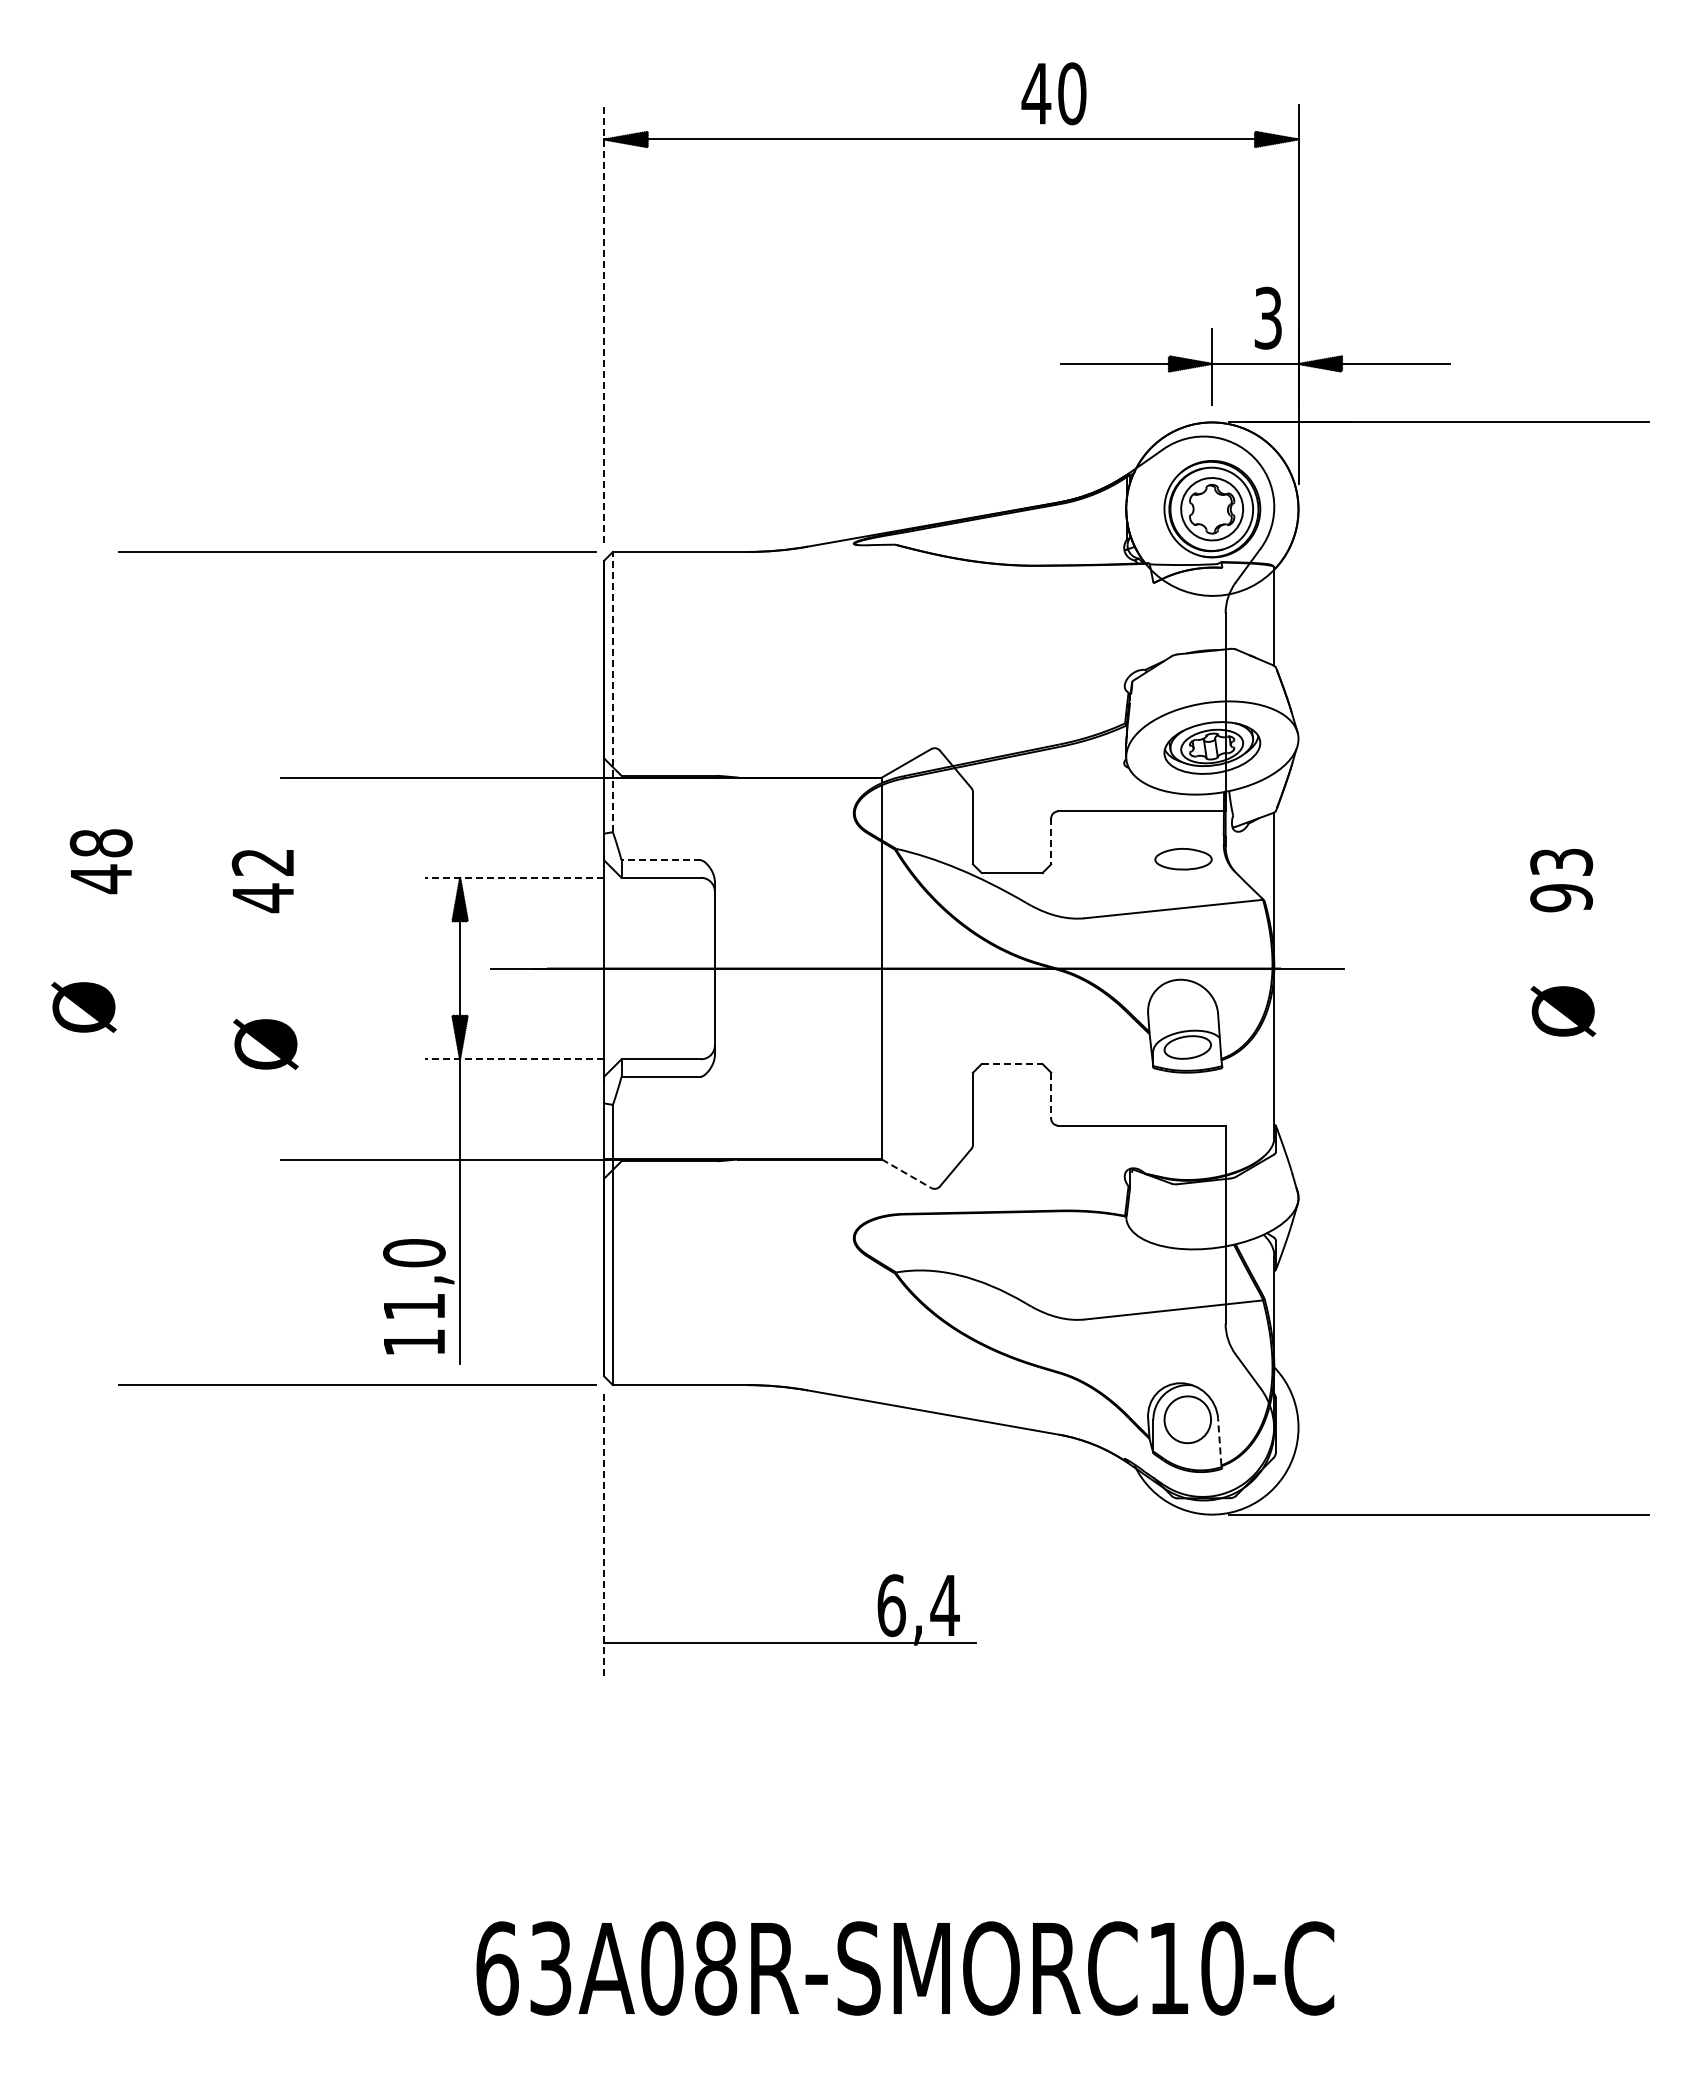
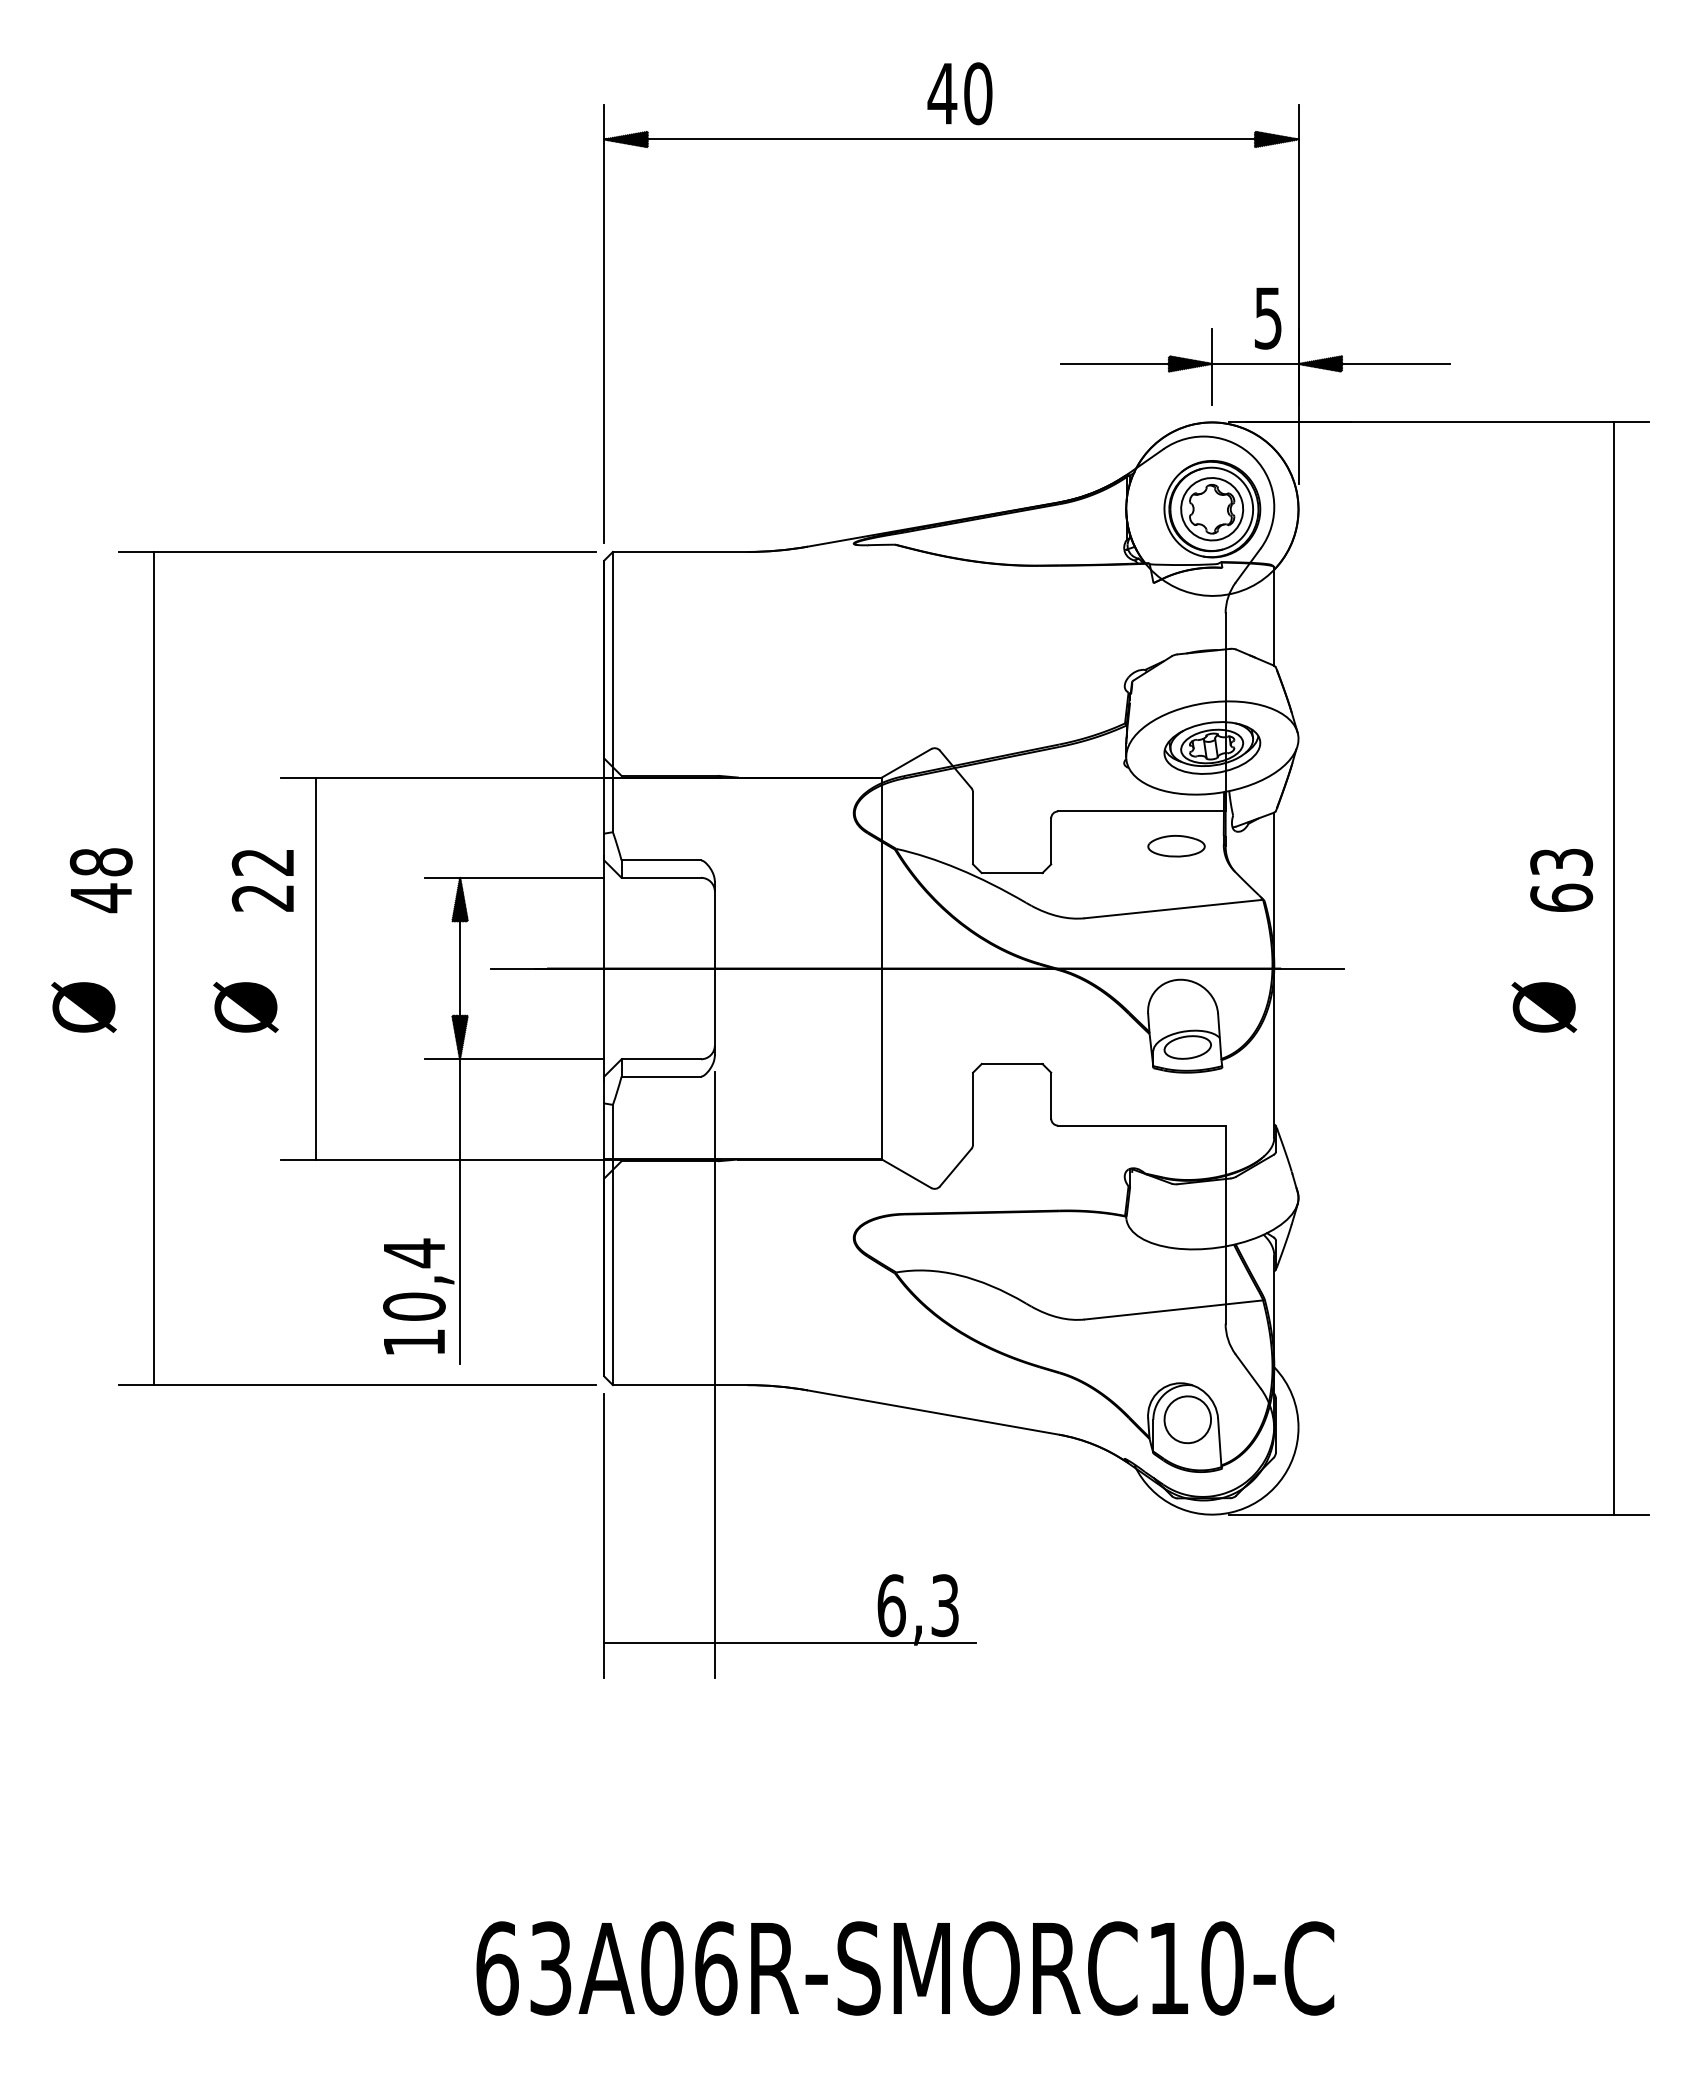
text at (1053, 93) position: (1053, 93) -> (959, 93)
text at (1268, 317): 3 -> 5
line at (604, 323): dashed -> solid
line at (612, 691): dashed -> solid
line at (1051, 841): dashed -> solid
part at (1183, 859) position: (1183, 859) -> (1176, 846)
line at (661, 860): dashed -> solid
text at (100, 861) position: (100, 861) -> (100, 880)
line at (514, 877): dashed -> solid
text at (1561, 897): 93 -> 63
text at (262, 898): 42 -> 22
line at (154, 968): none -> present
line at (316, 968): none -> present
line at (1614, 968): none -> present
text at (1563, 1011) position: (1563, 1011) -> (1544, 1007)
text at (265, 1044) position: (265, 1044) -> (245, 1007)
line at (514, 1059): dashed -> solid
line at (1012, 1064): dashed -> solid
line at (1051, 1095): dashed -> solid
line at (907, 1174): dashed -> solid
text at (414, 1279): 11,0 -> 10,4
line at (714, 1374): none -> present
line at (1219, 1441): dashed -> solid
line at (604, 1536): dashed -> solid
text at (944, 1605): 6,4 -> 6,3
text at (716, 1968): 63A08R-SMORC10-C -> 63A06R-SMORC10-C
